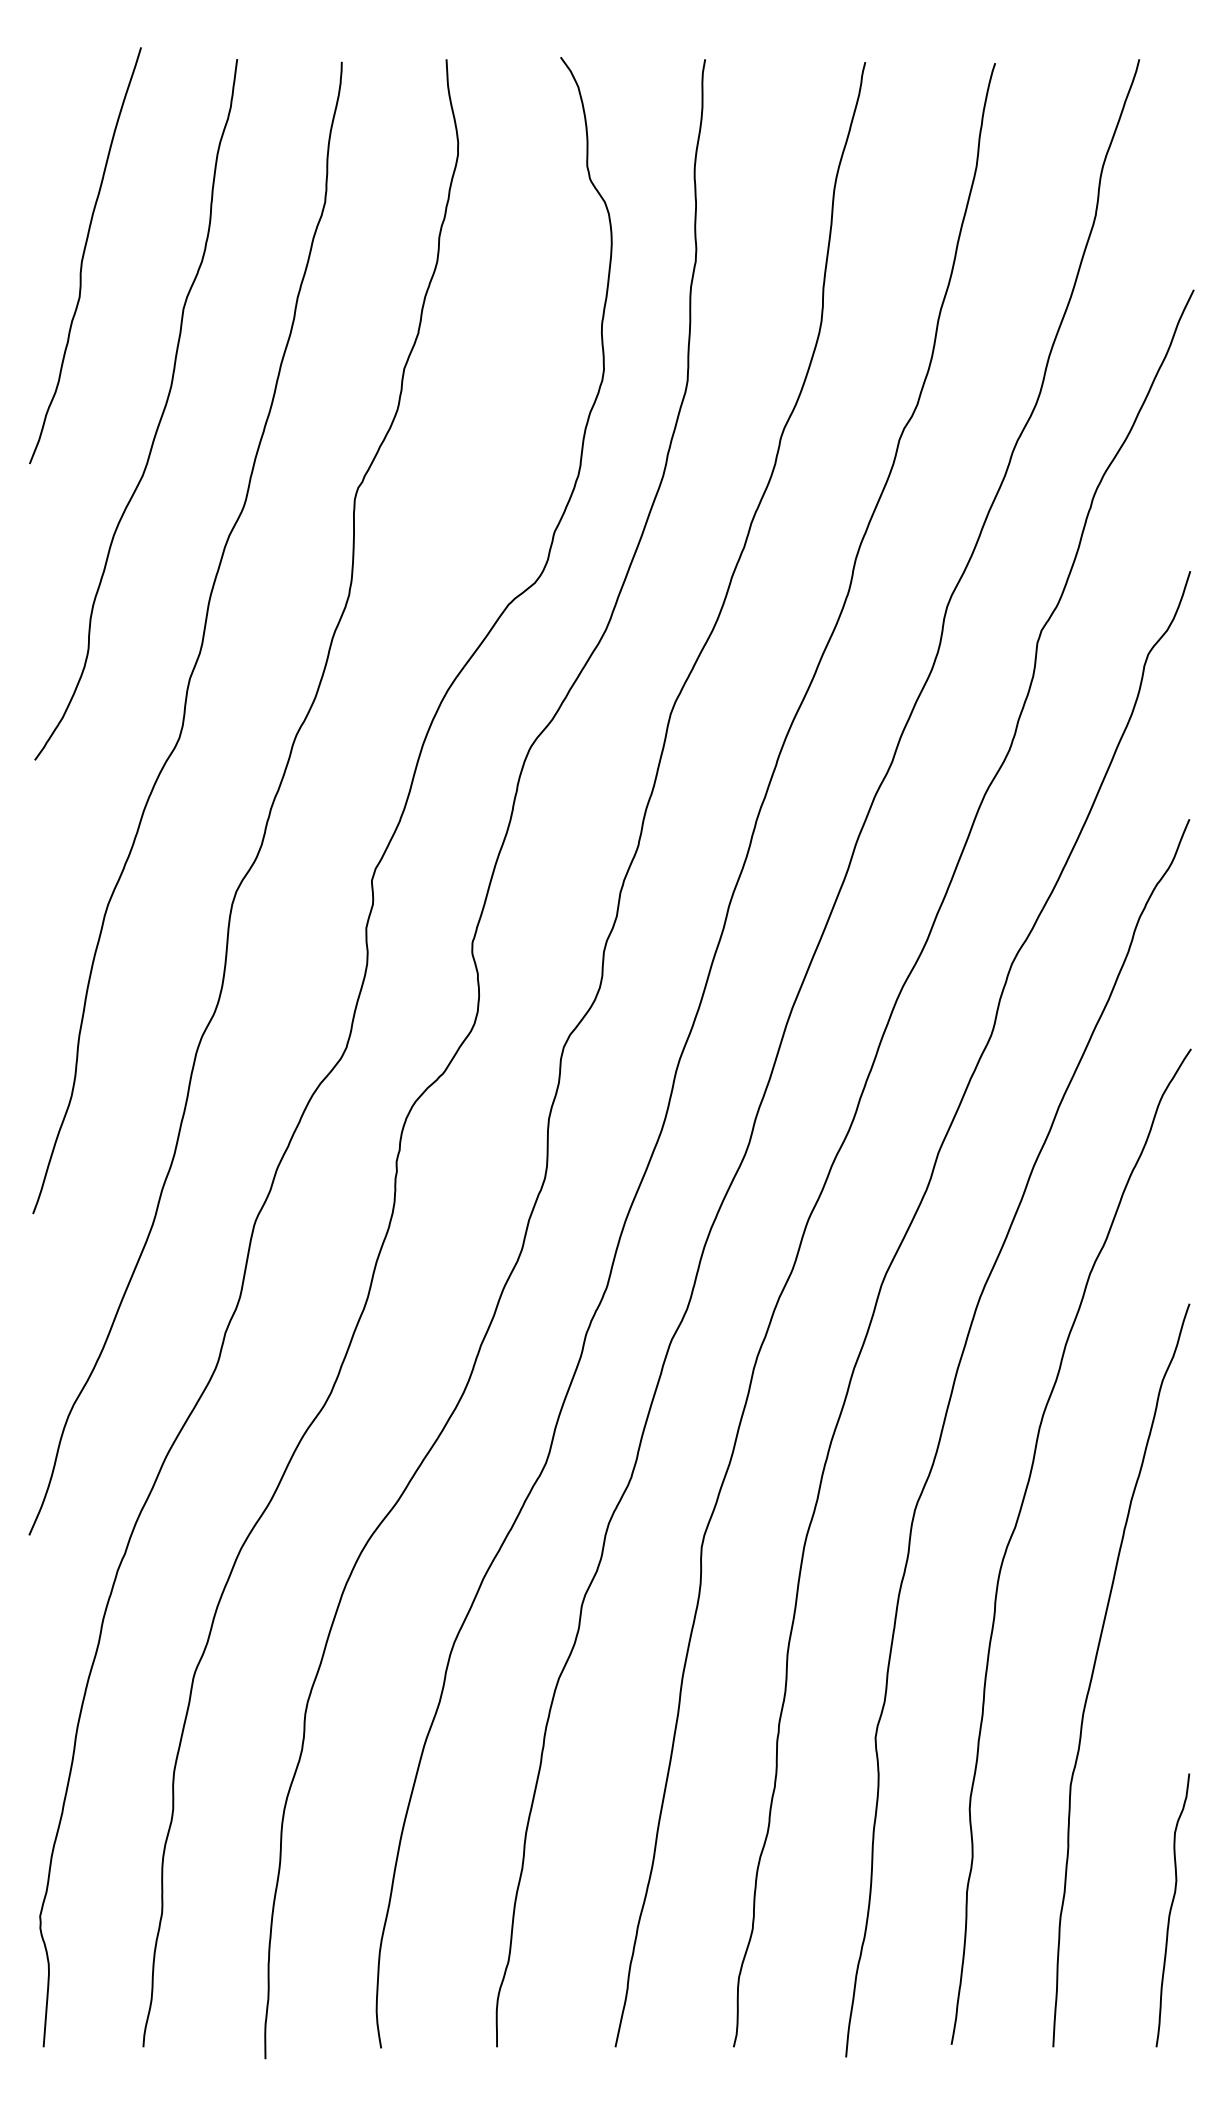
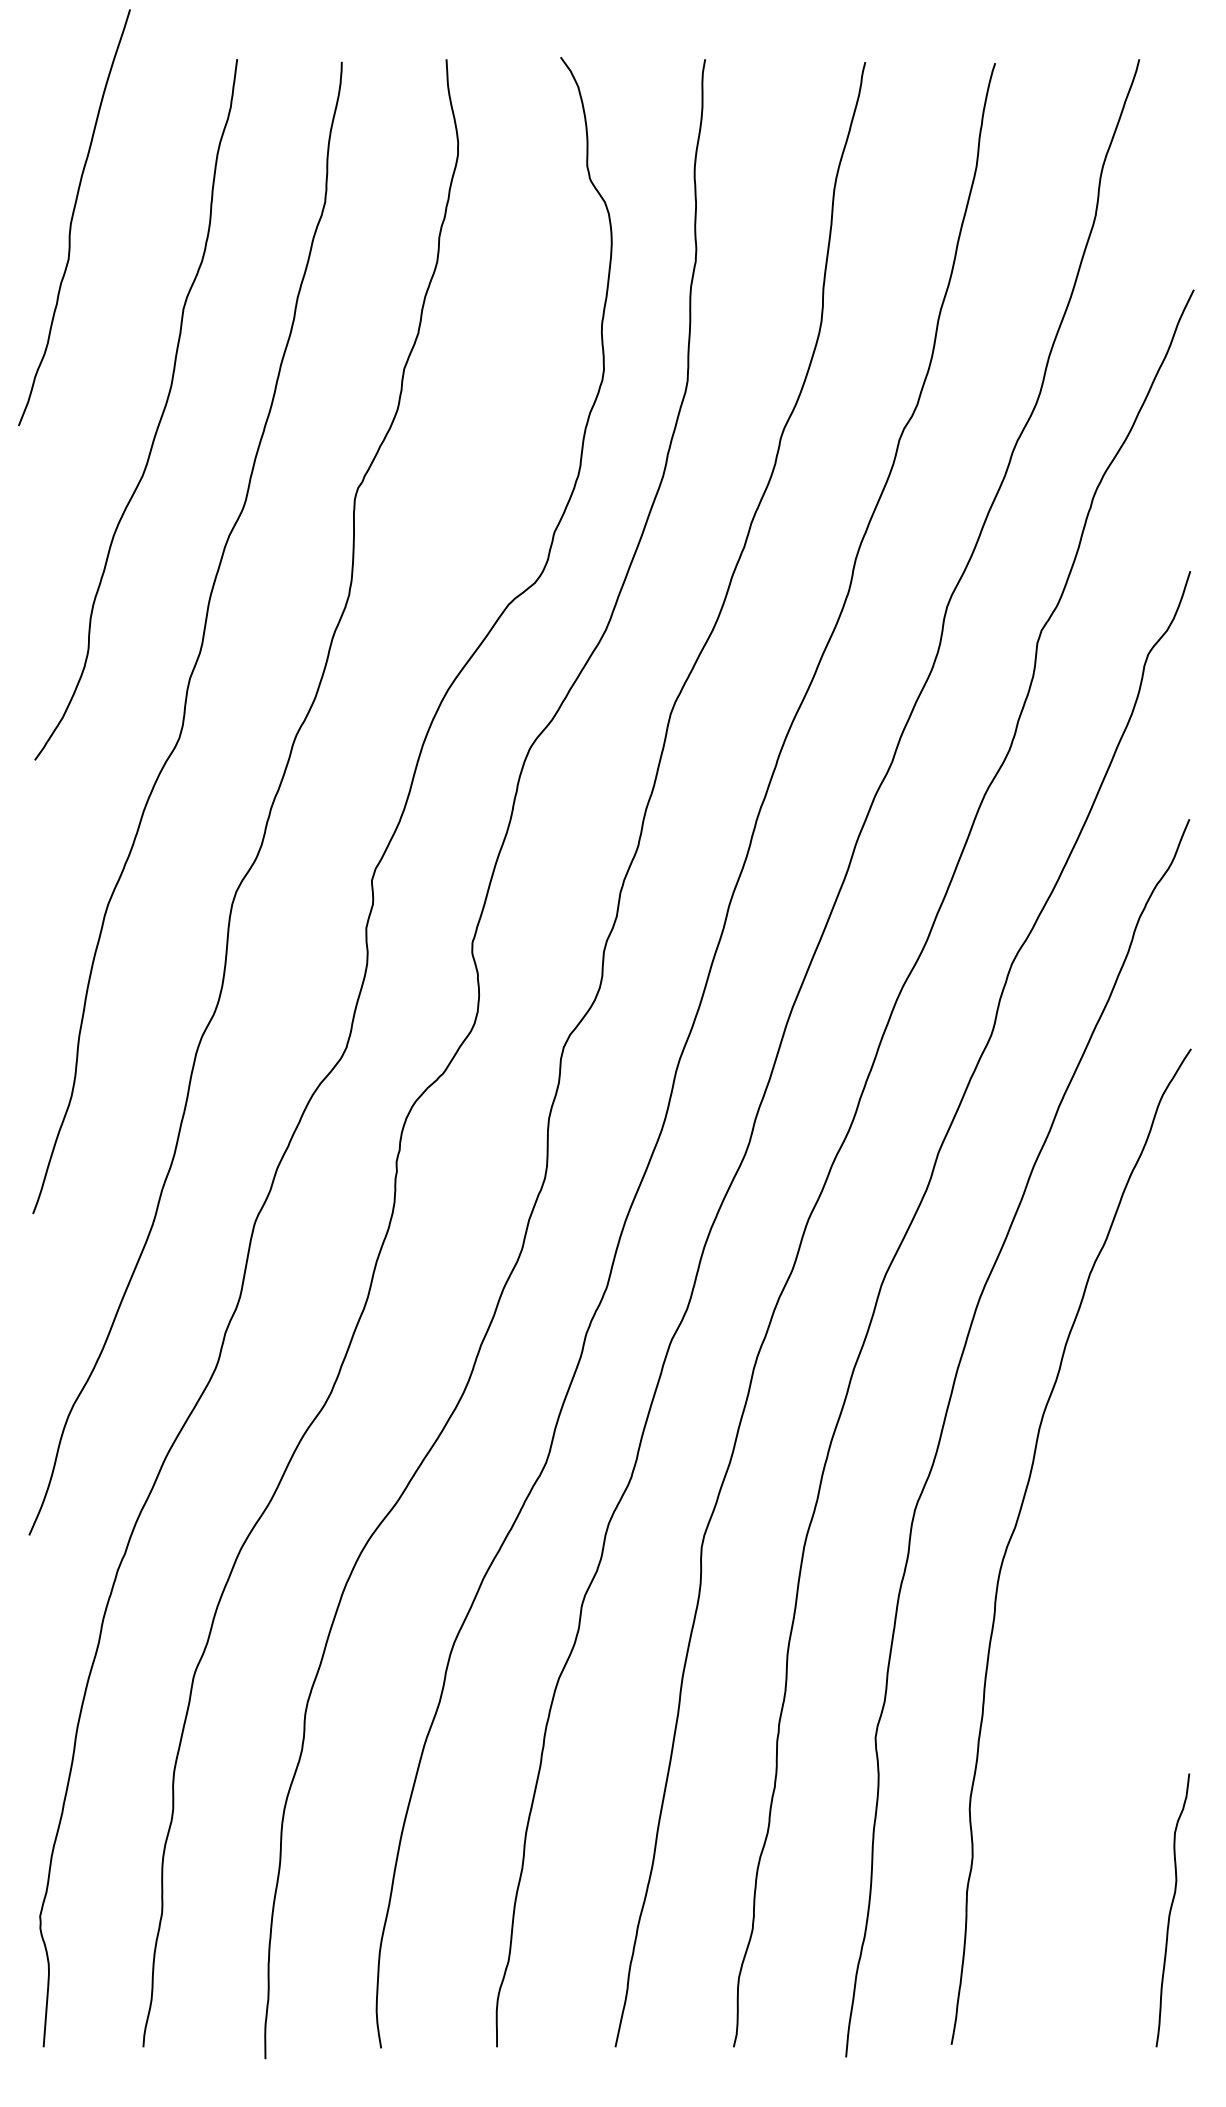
curve at (84, 255) position: (84, 255) -> (73, 217)
curve at (1094, 1670): present -> none
